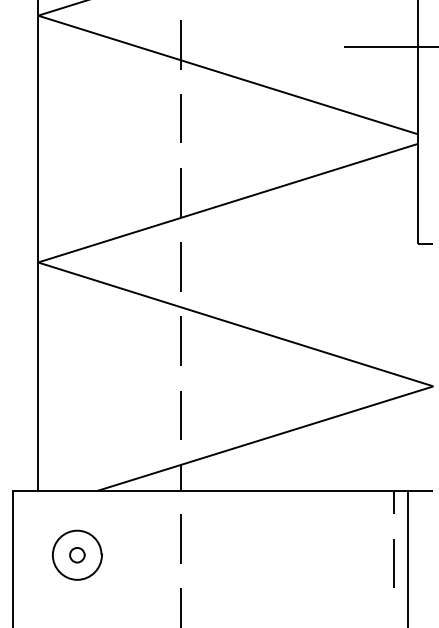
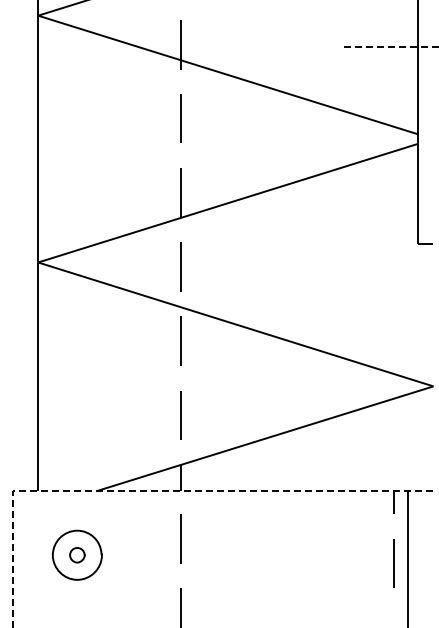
line at (391, 46): solid -> dashed
line at (153, 490): solid -> dashed
